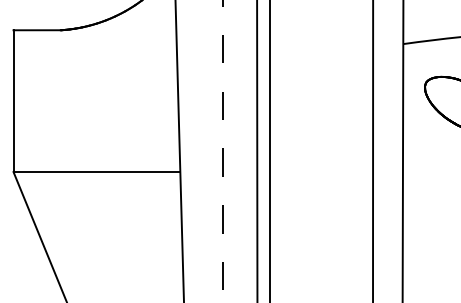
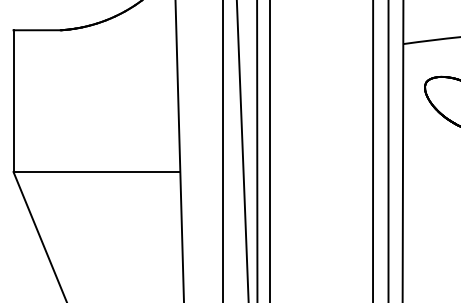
line at (242, 150): none -> present
line at (388, 150): none -> present
line at (223, 151): dashed -> solid
